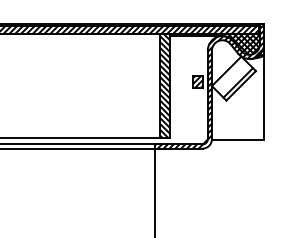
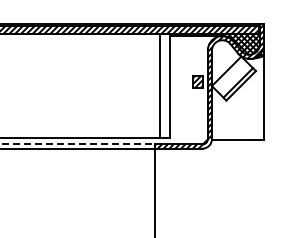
hatch at (164, 86): present -> none
line at (77, 144): solid -> dashed
